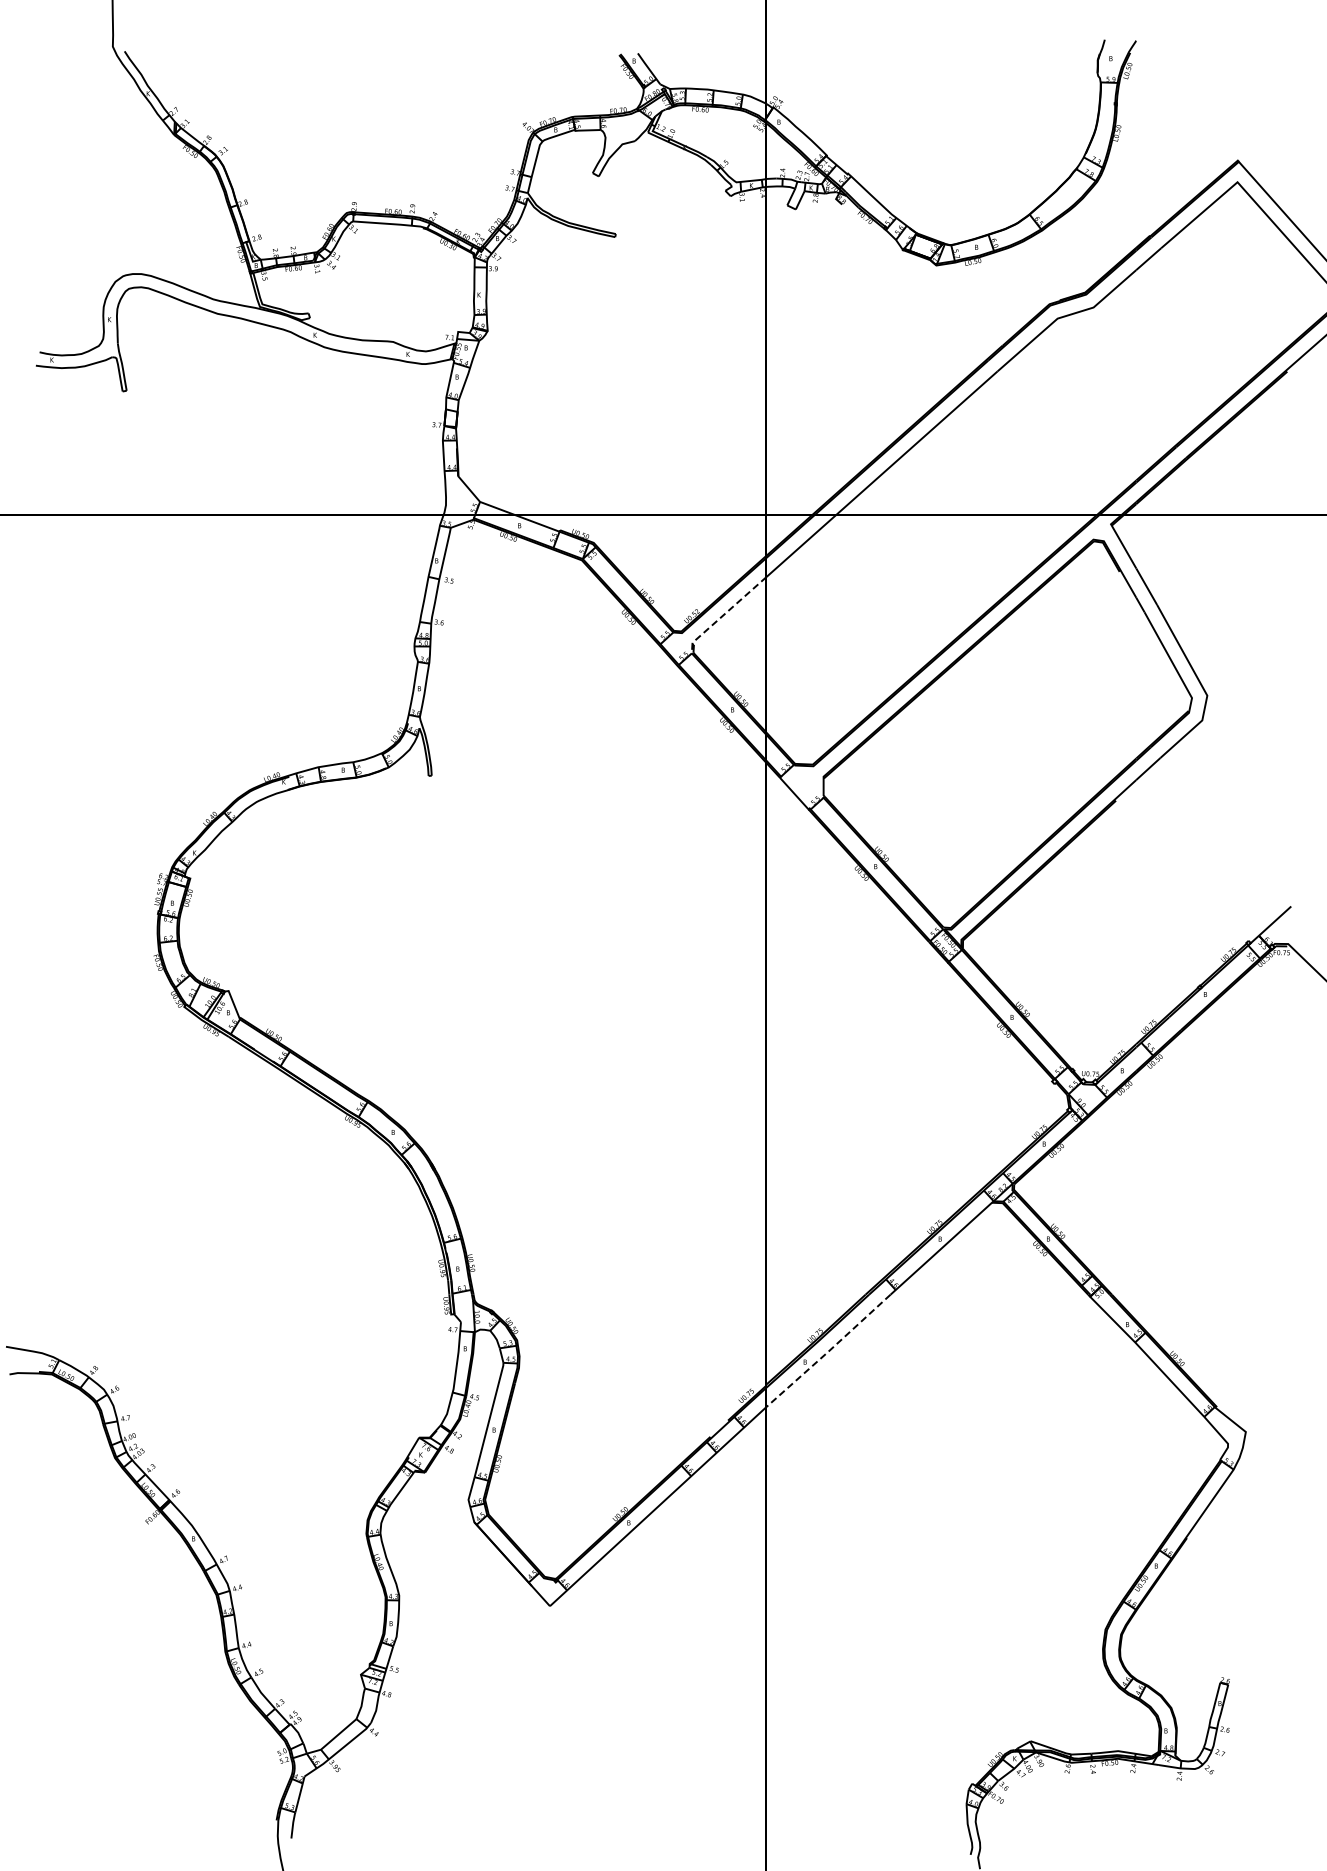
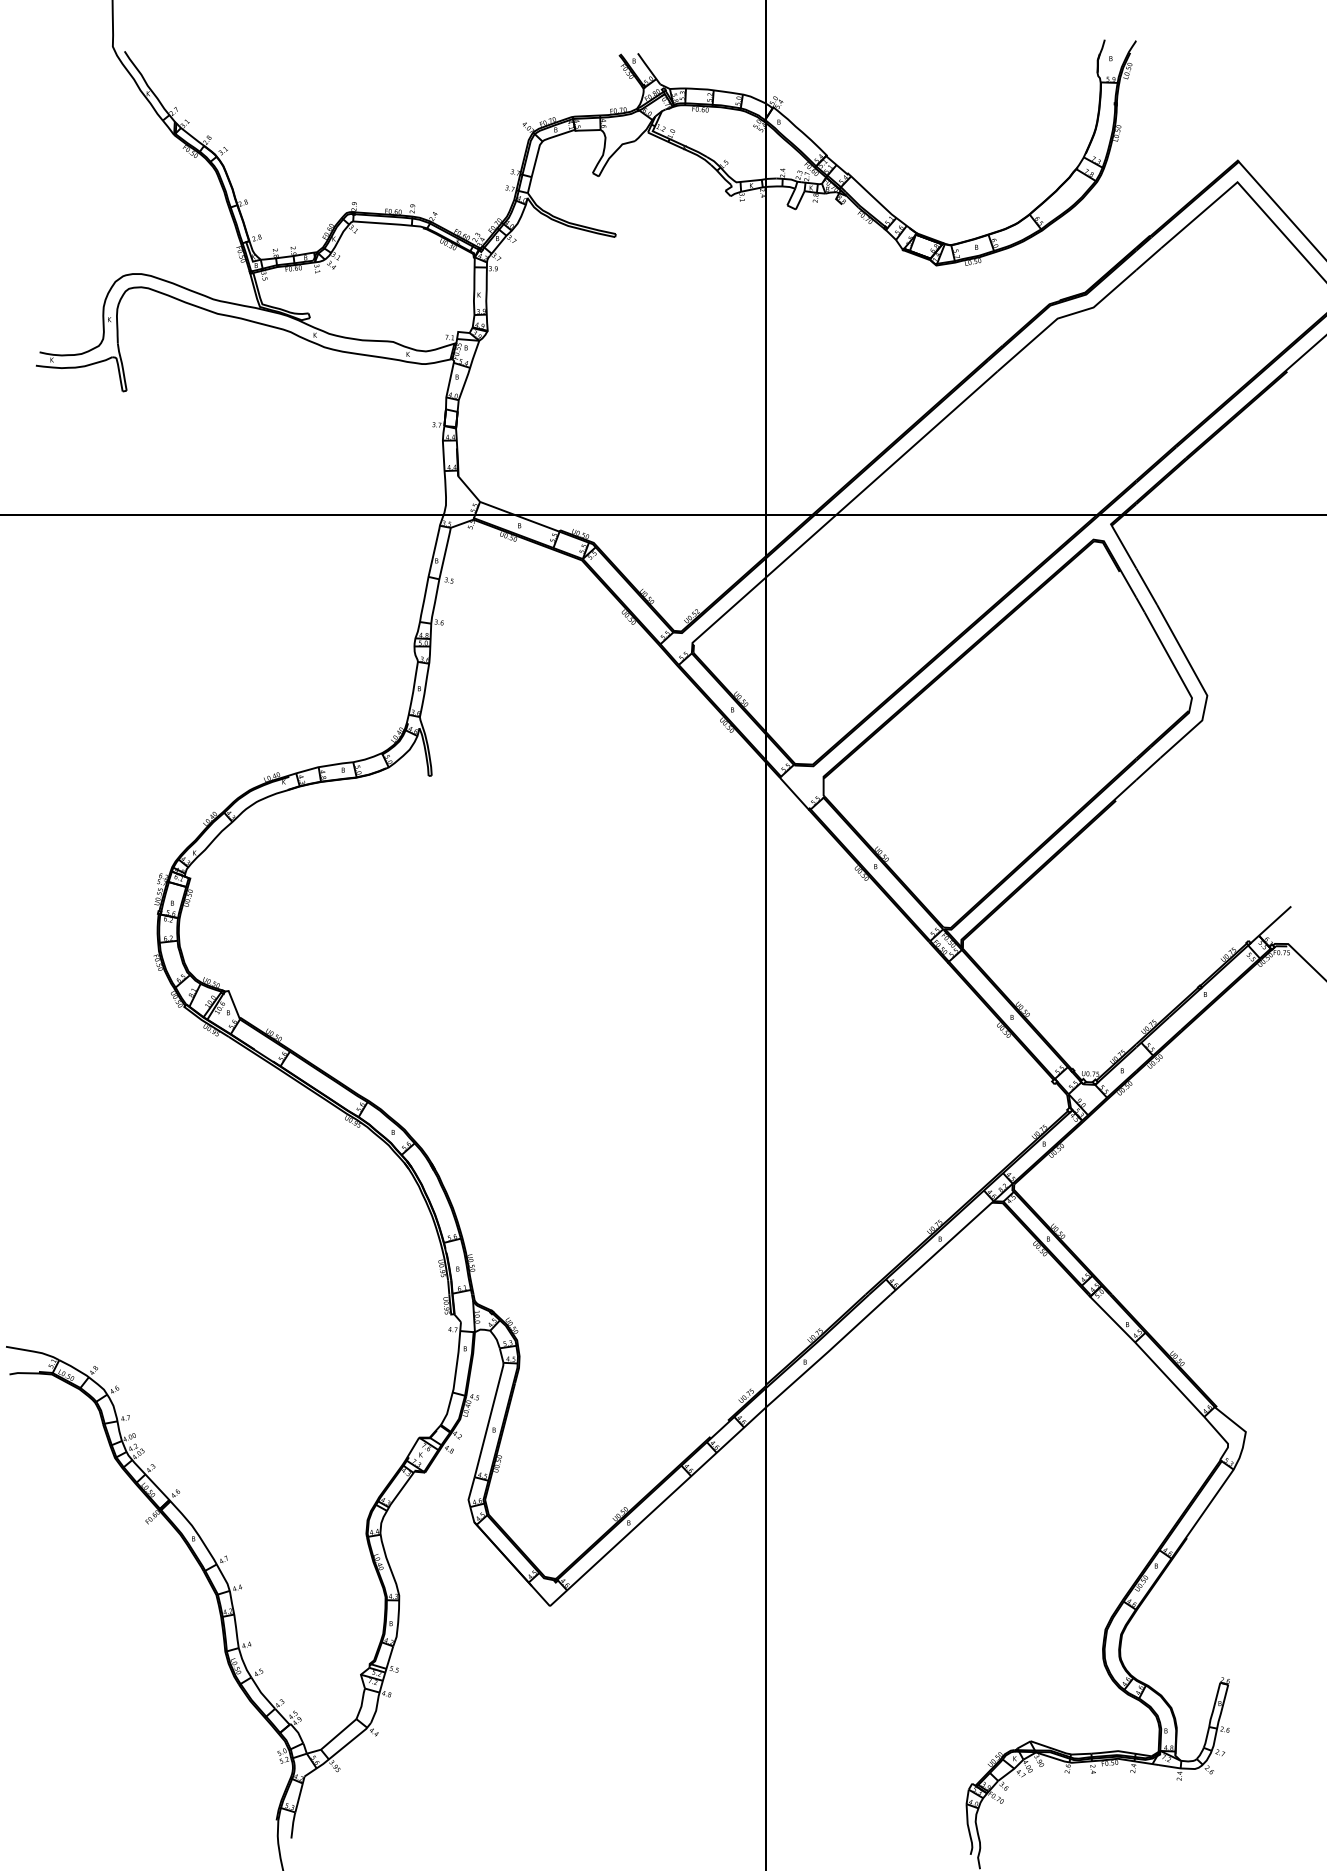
line at (724, 614): dashed -> solid
line at (828, 1351): dashed -> solid
